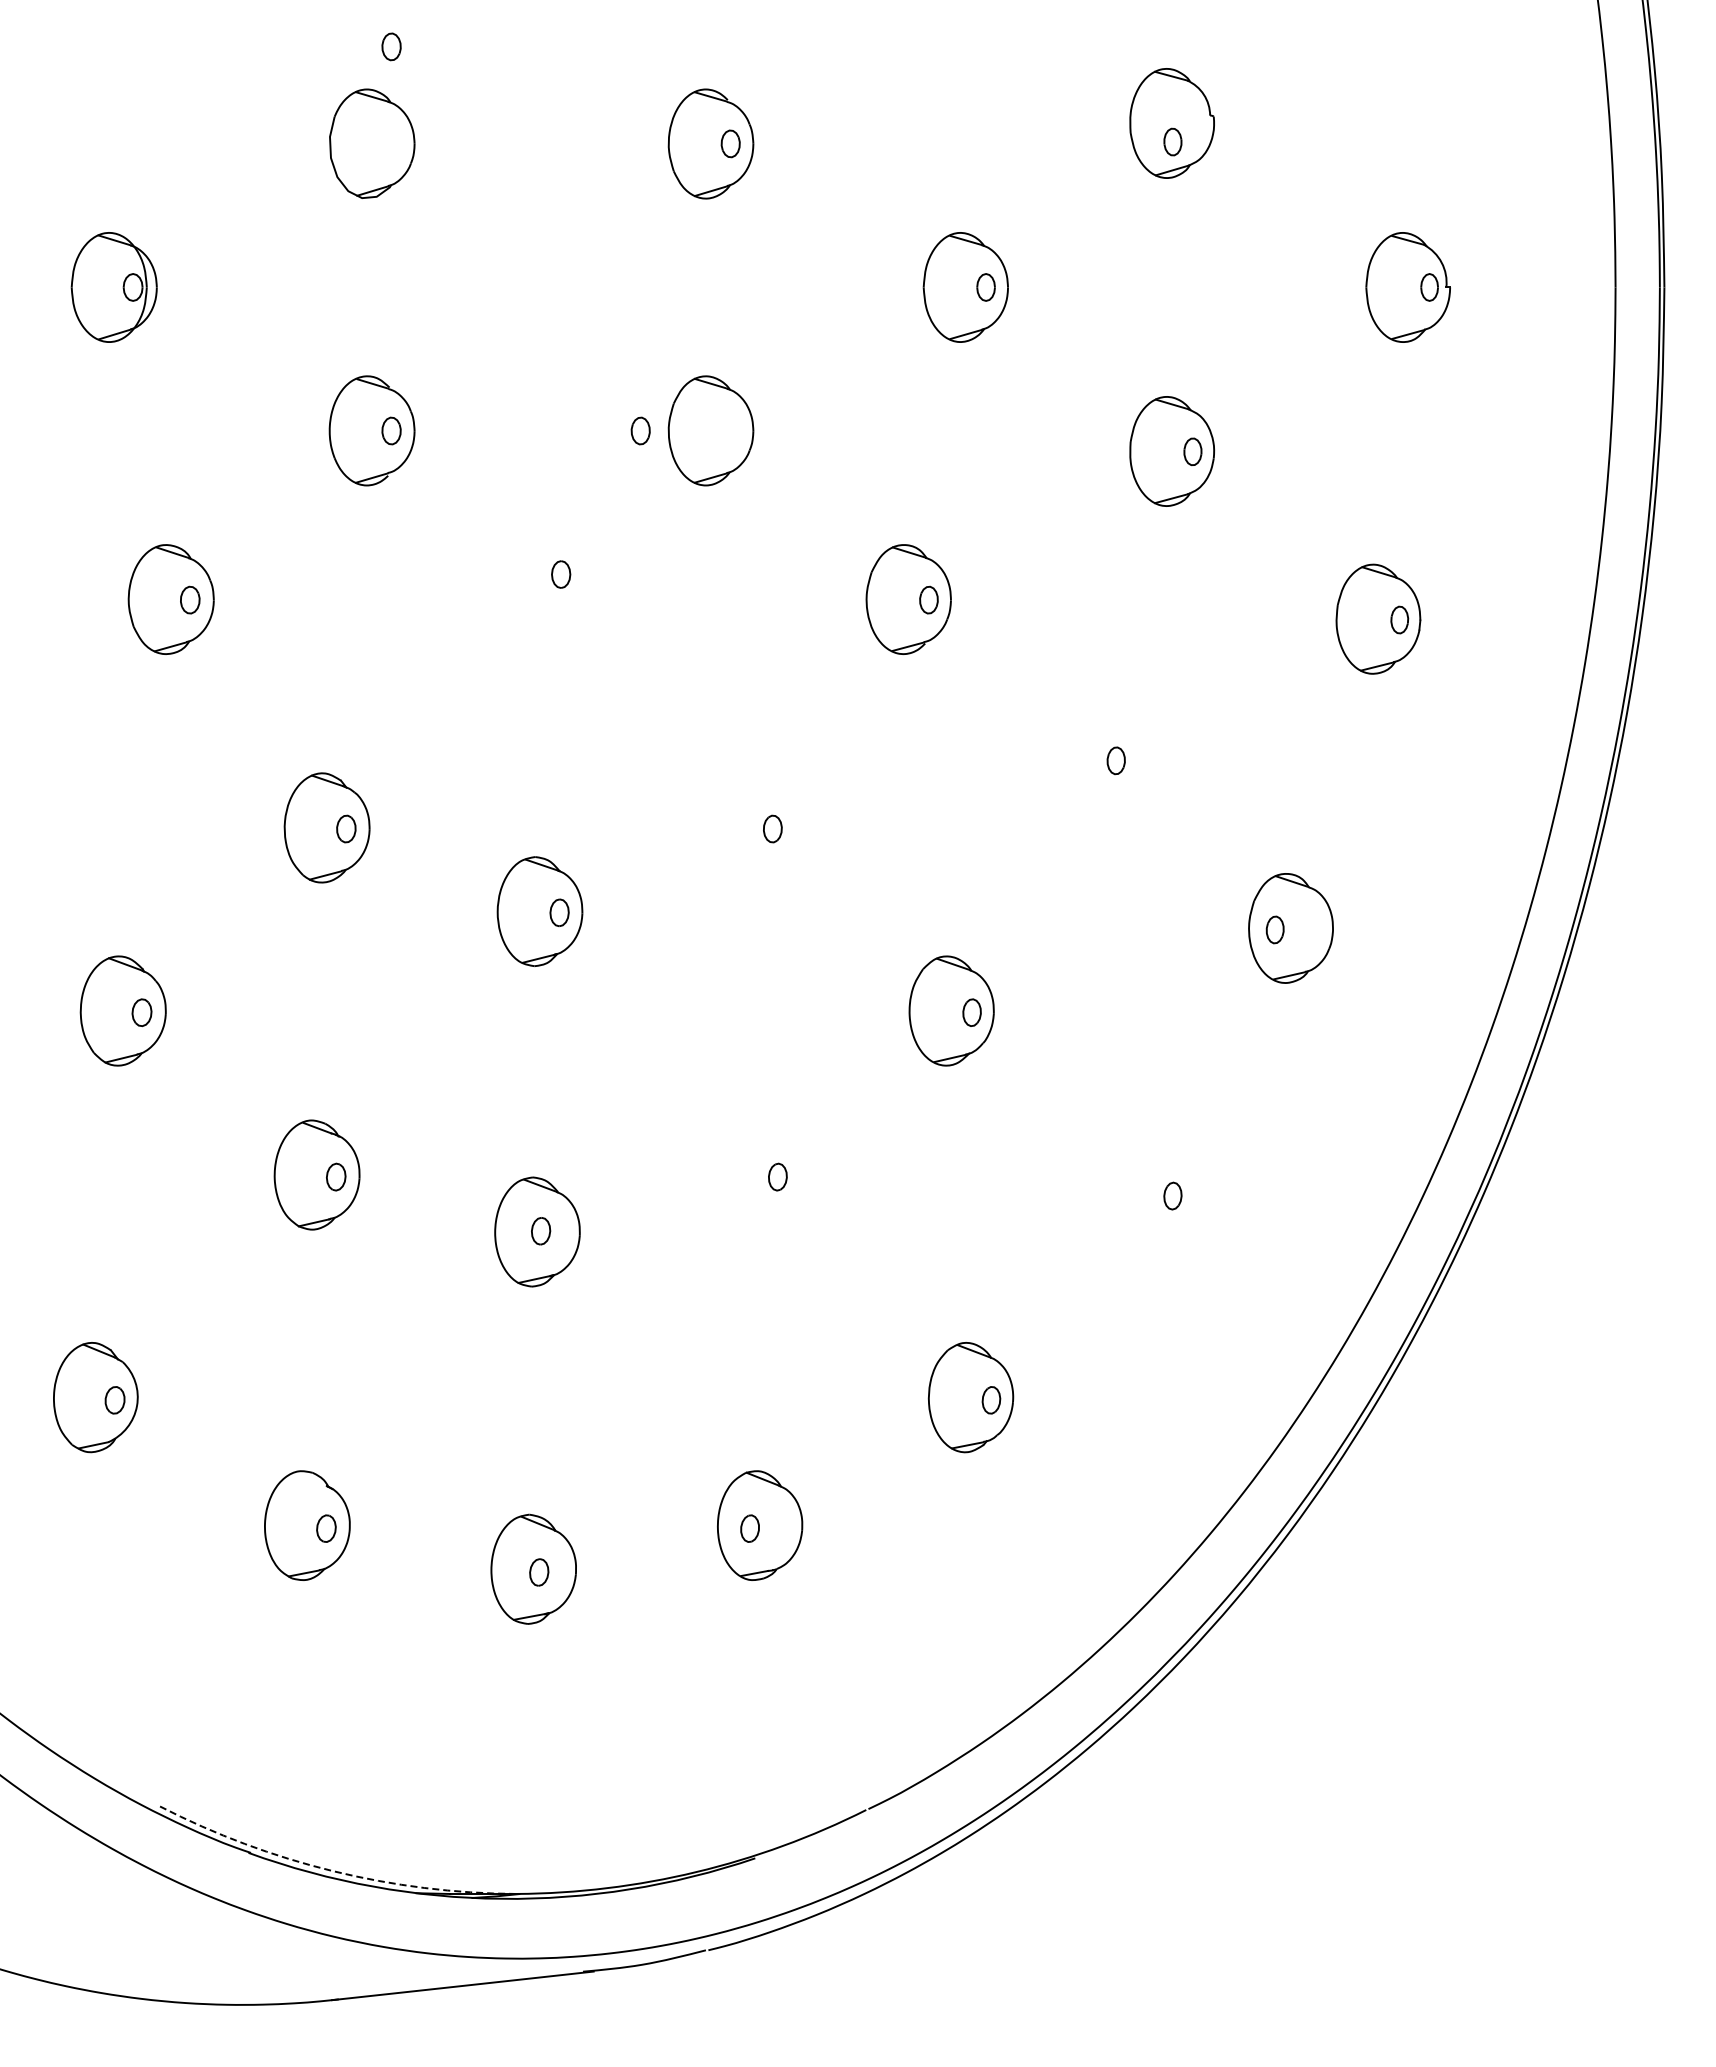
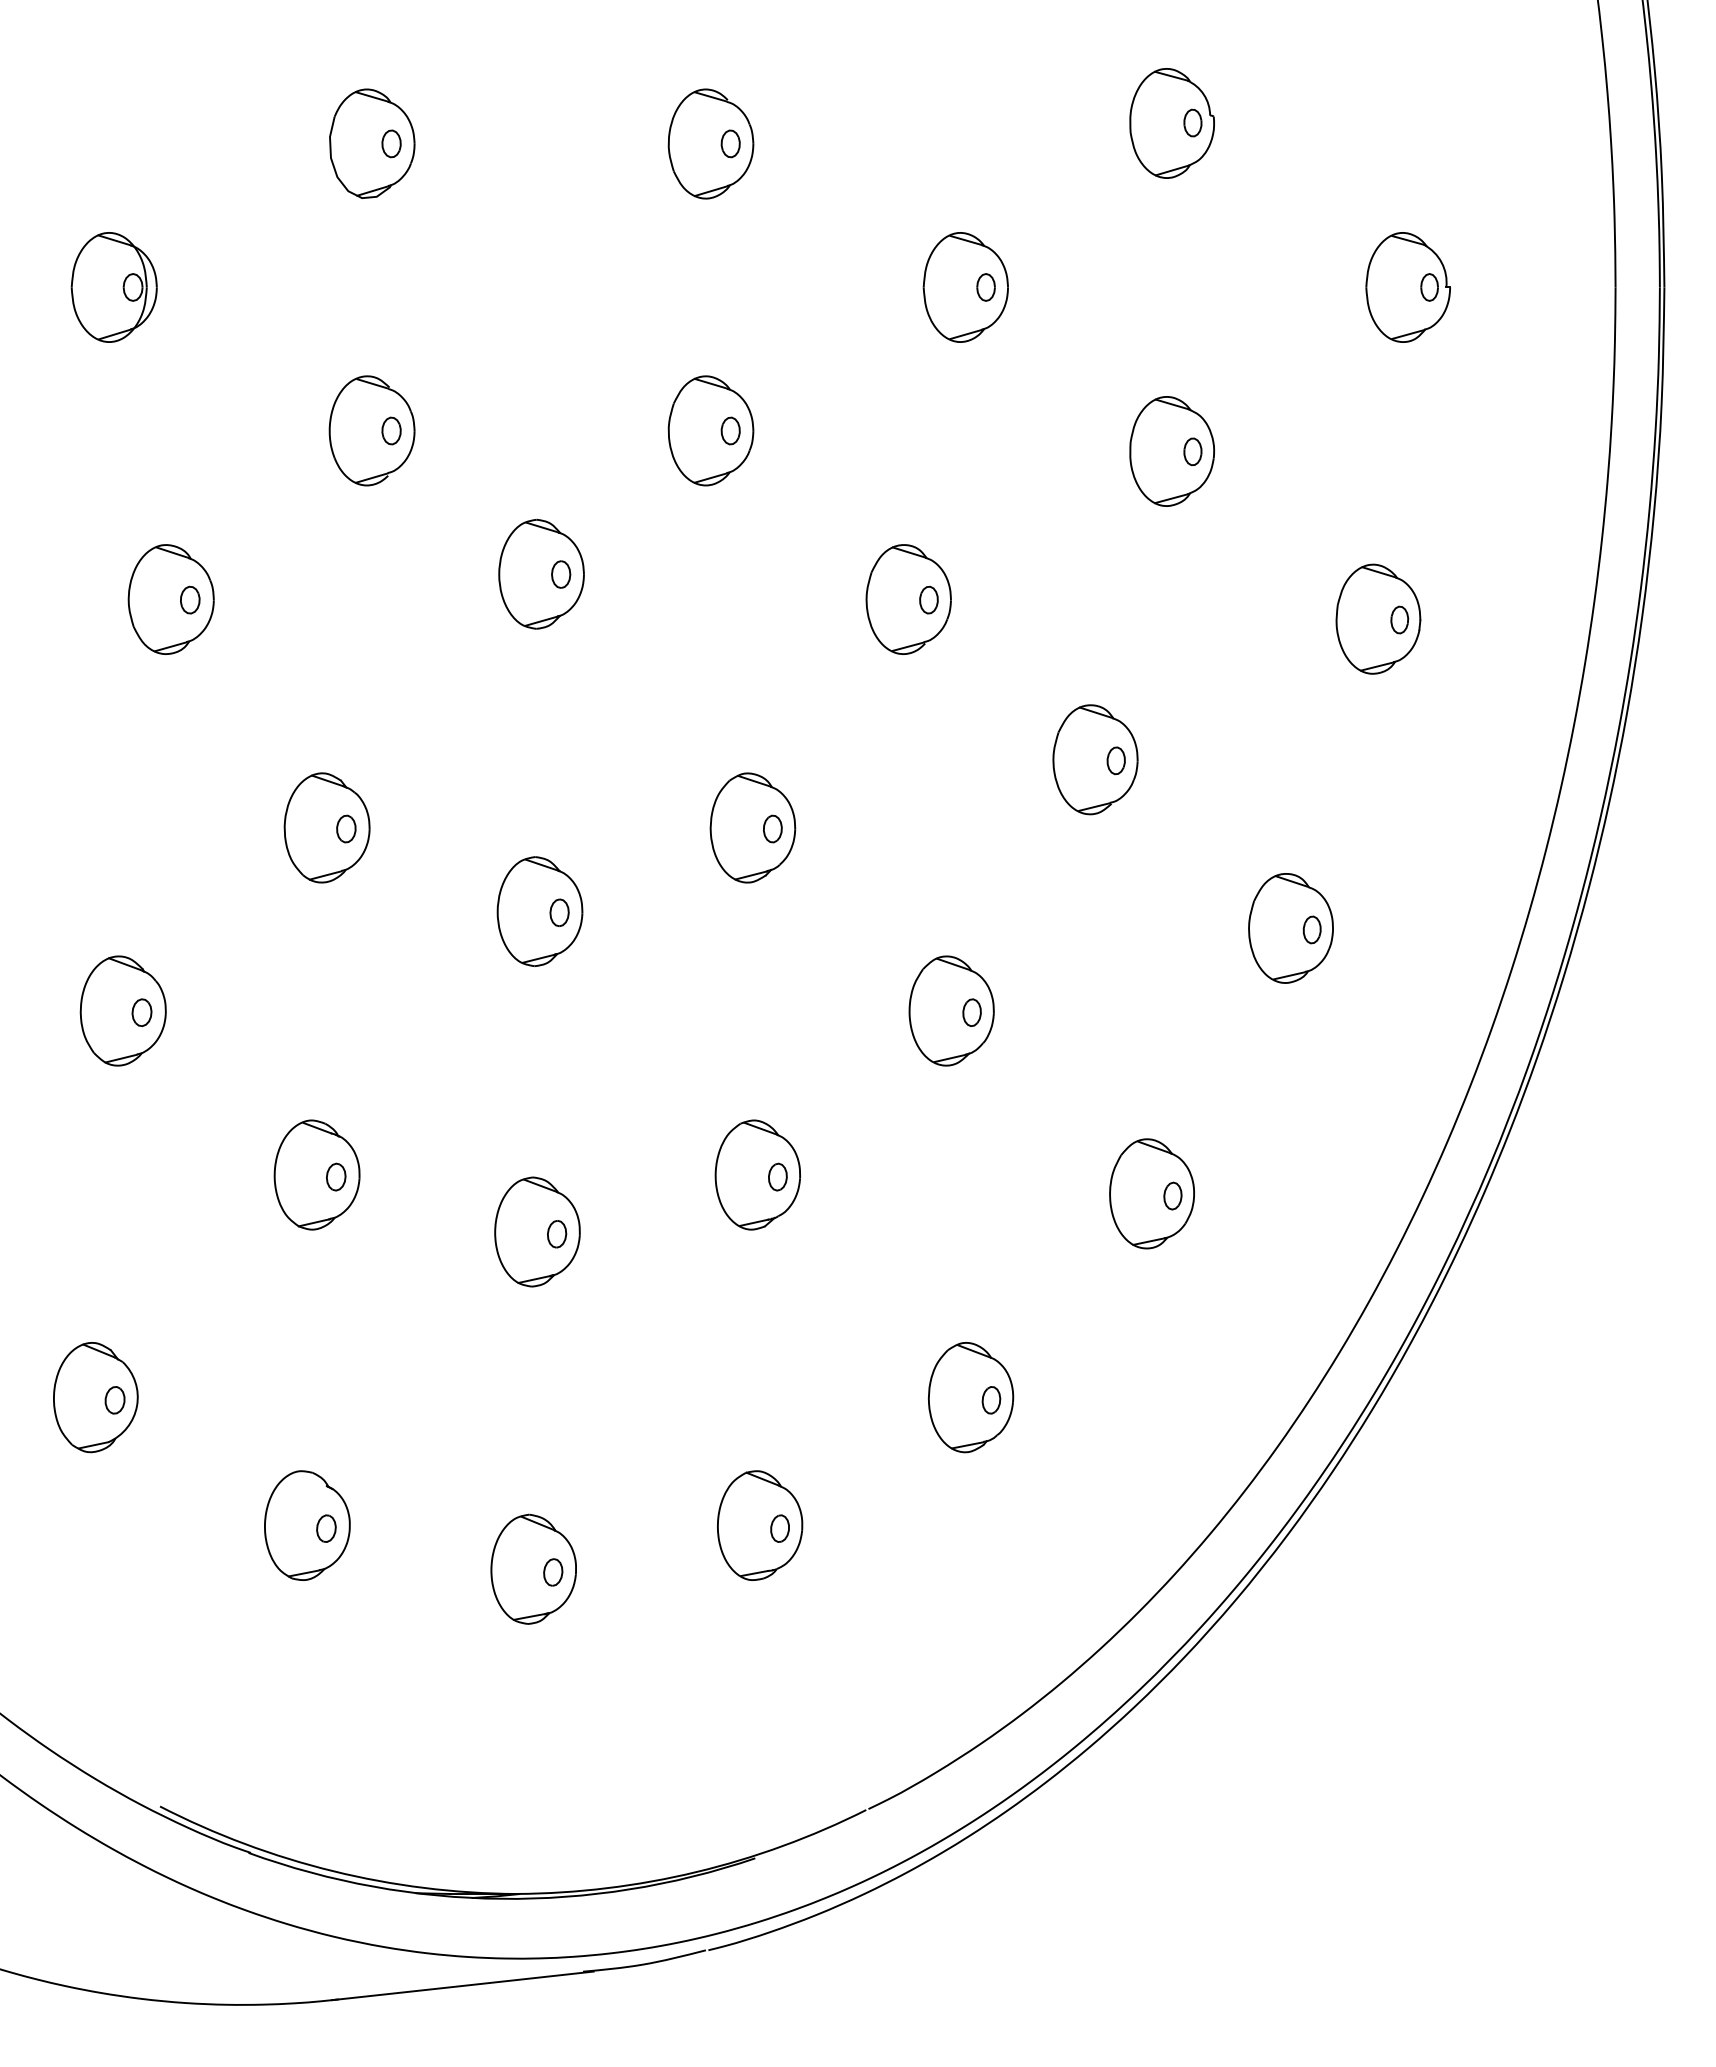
part at (391, 46) position: (391, 46) -> (391, 143)
part at (1172, 141) position: (1172, 141) -> (1192, 122)
part at (640, 430) position: (640, 430) -> (730, 430)
part at (541, 573): none -> present
part at (1095, 759): none -> present
part at (752, 827): none -> present
part at (1274, 929) position: (1274, 929) -> (1311, 929)
part at (757, 1174): none -> present
part at (1151, 1193): none -> present
part at (541, 1231) position: (541, 1231) -> (557, 1234)
part at (749, 1528) position: (749, 1528) -> (779, 1528)
part at (539, 1572) position: (539, 1572) -> (553, 1572)
arc at (333, 1871): dashed -> solid
